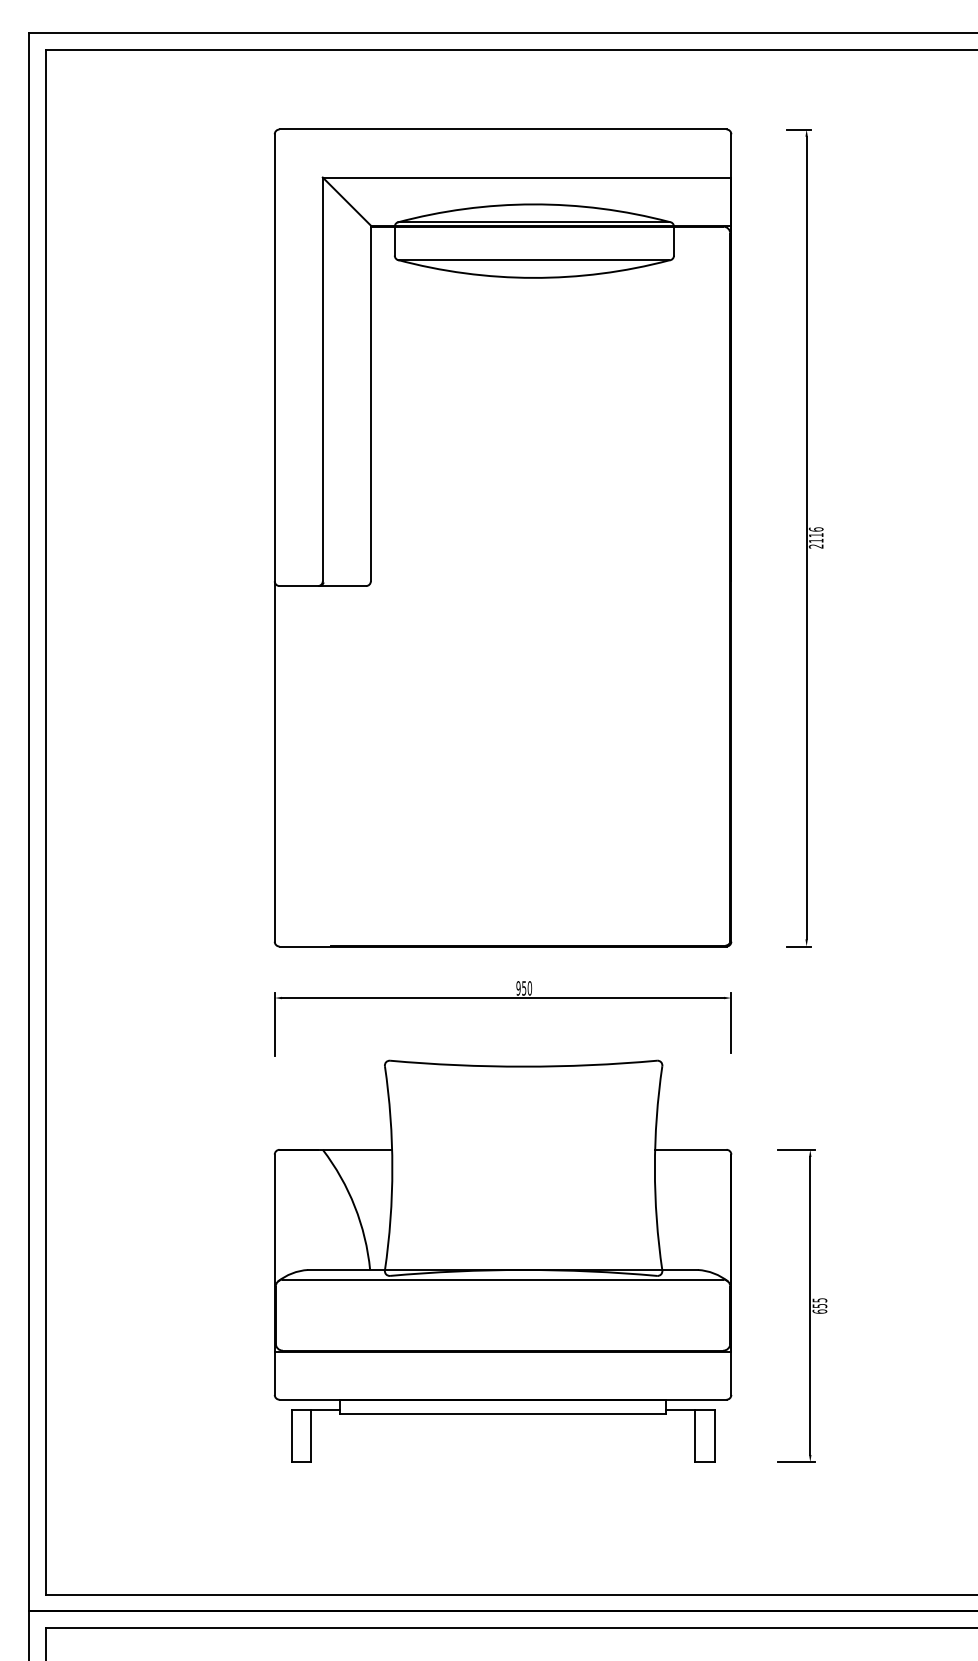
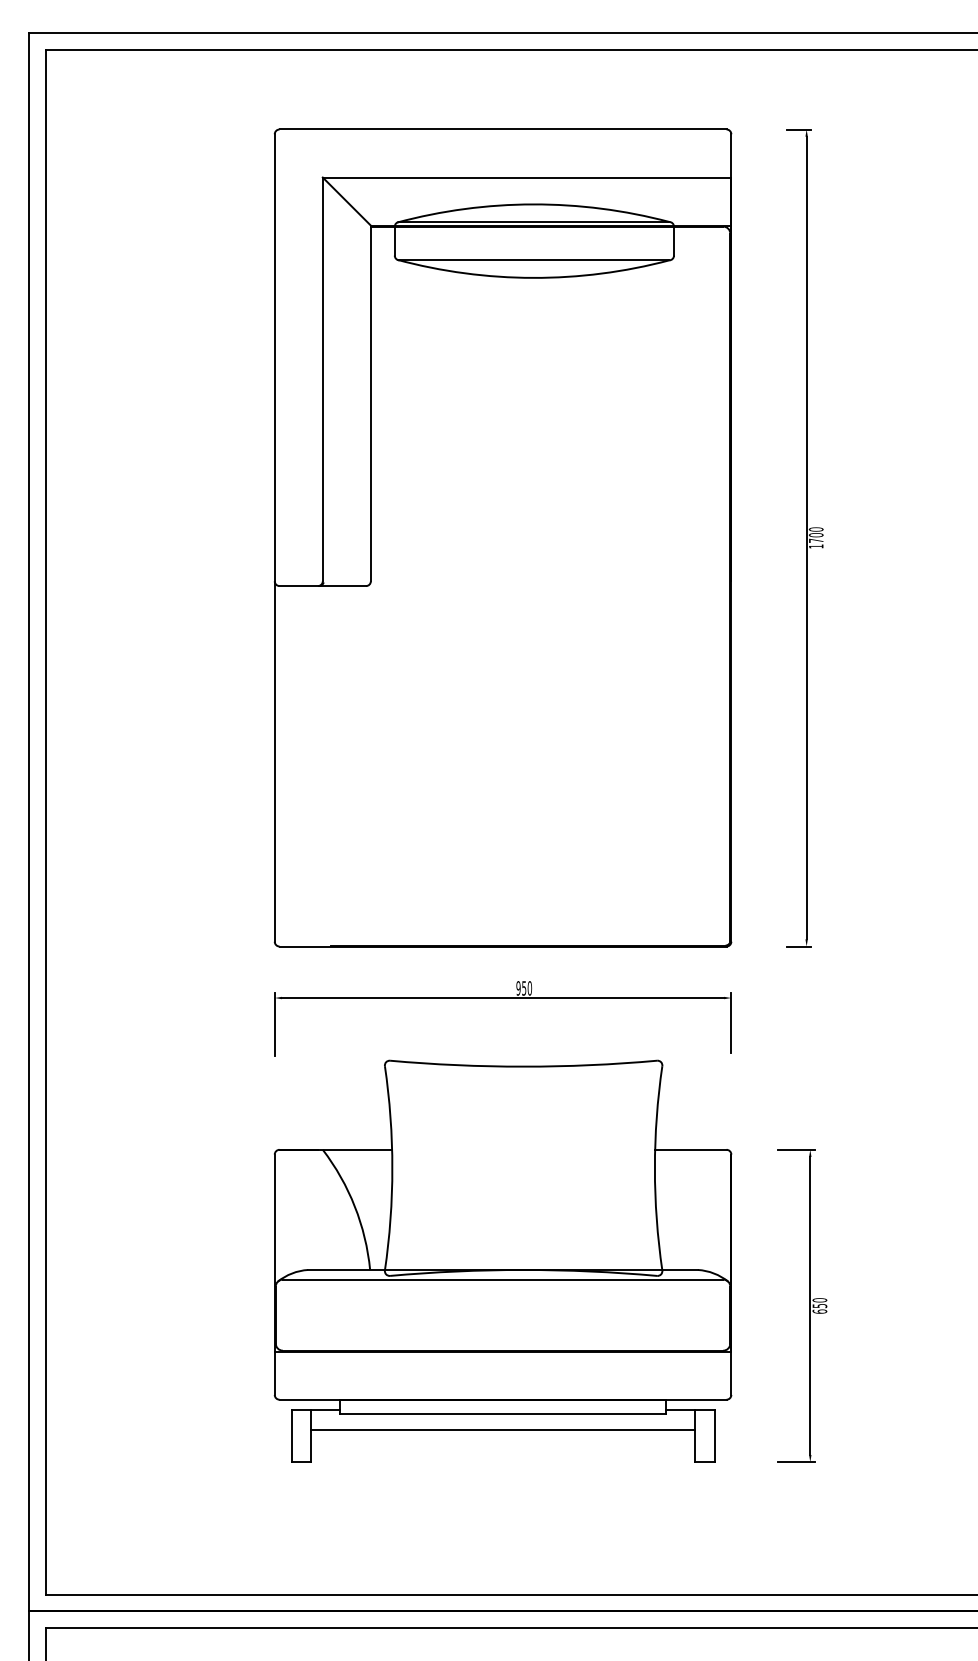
text at (815, 537): 2116 -> 1700
text at (819, 1300): 655 -> 650
line at (502, 1429): none -> present
